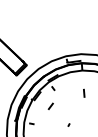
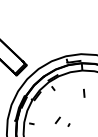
curve at (50, 105) position: (50, 105) -> (57, 119)
